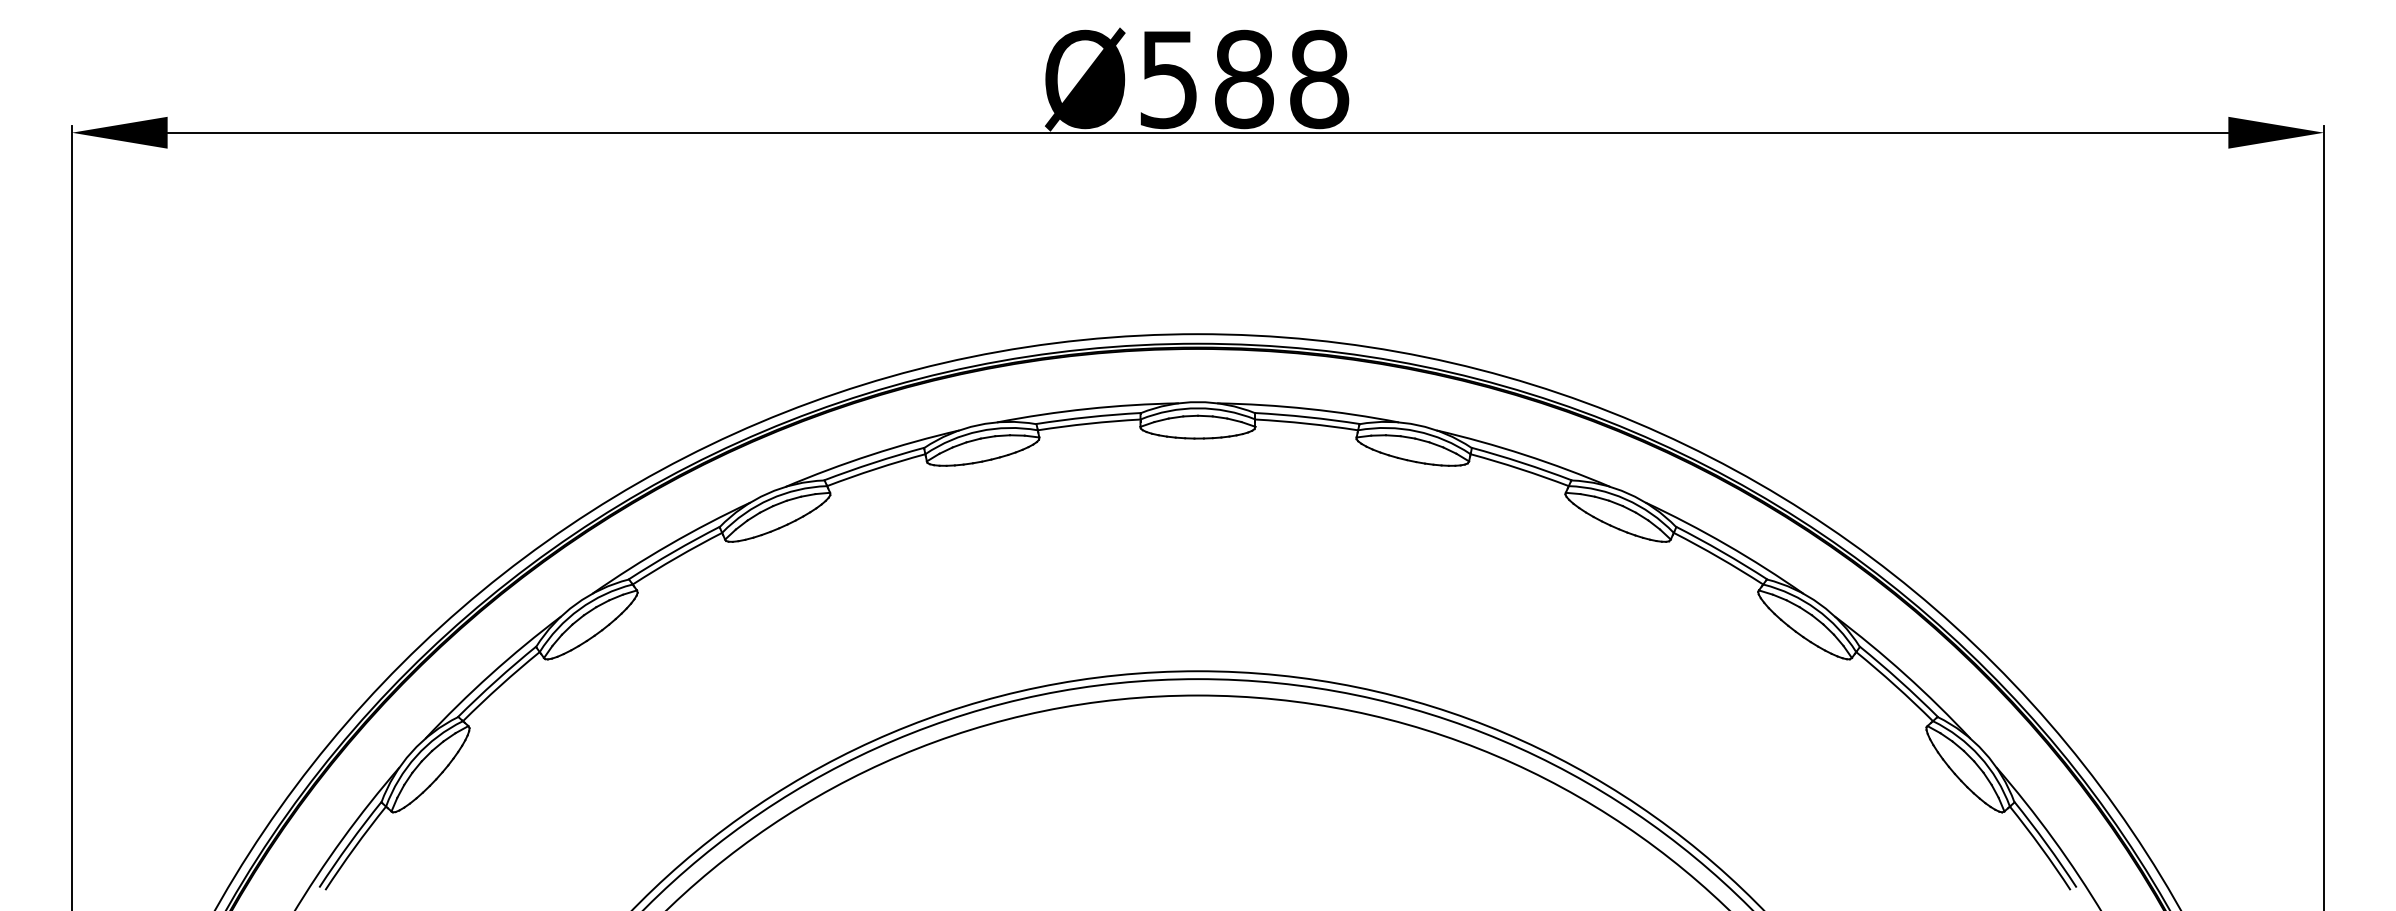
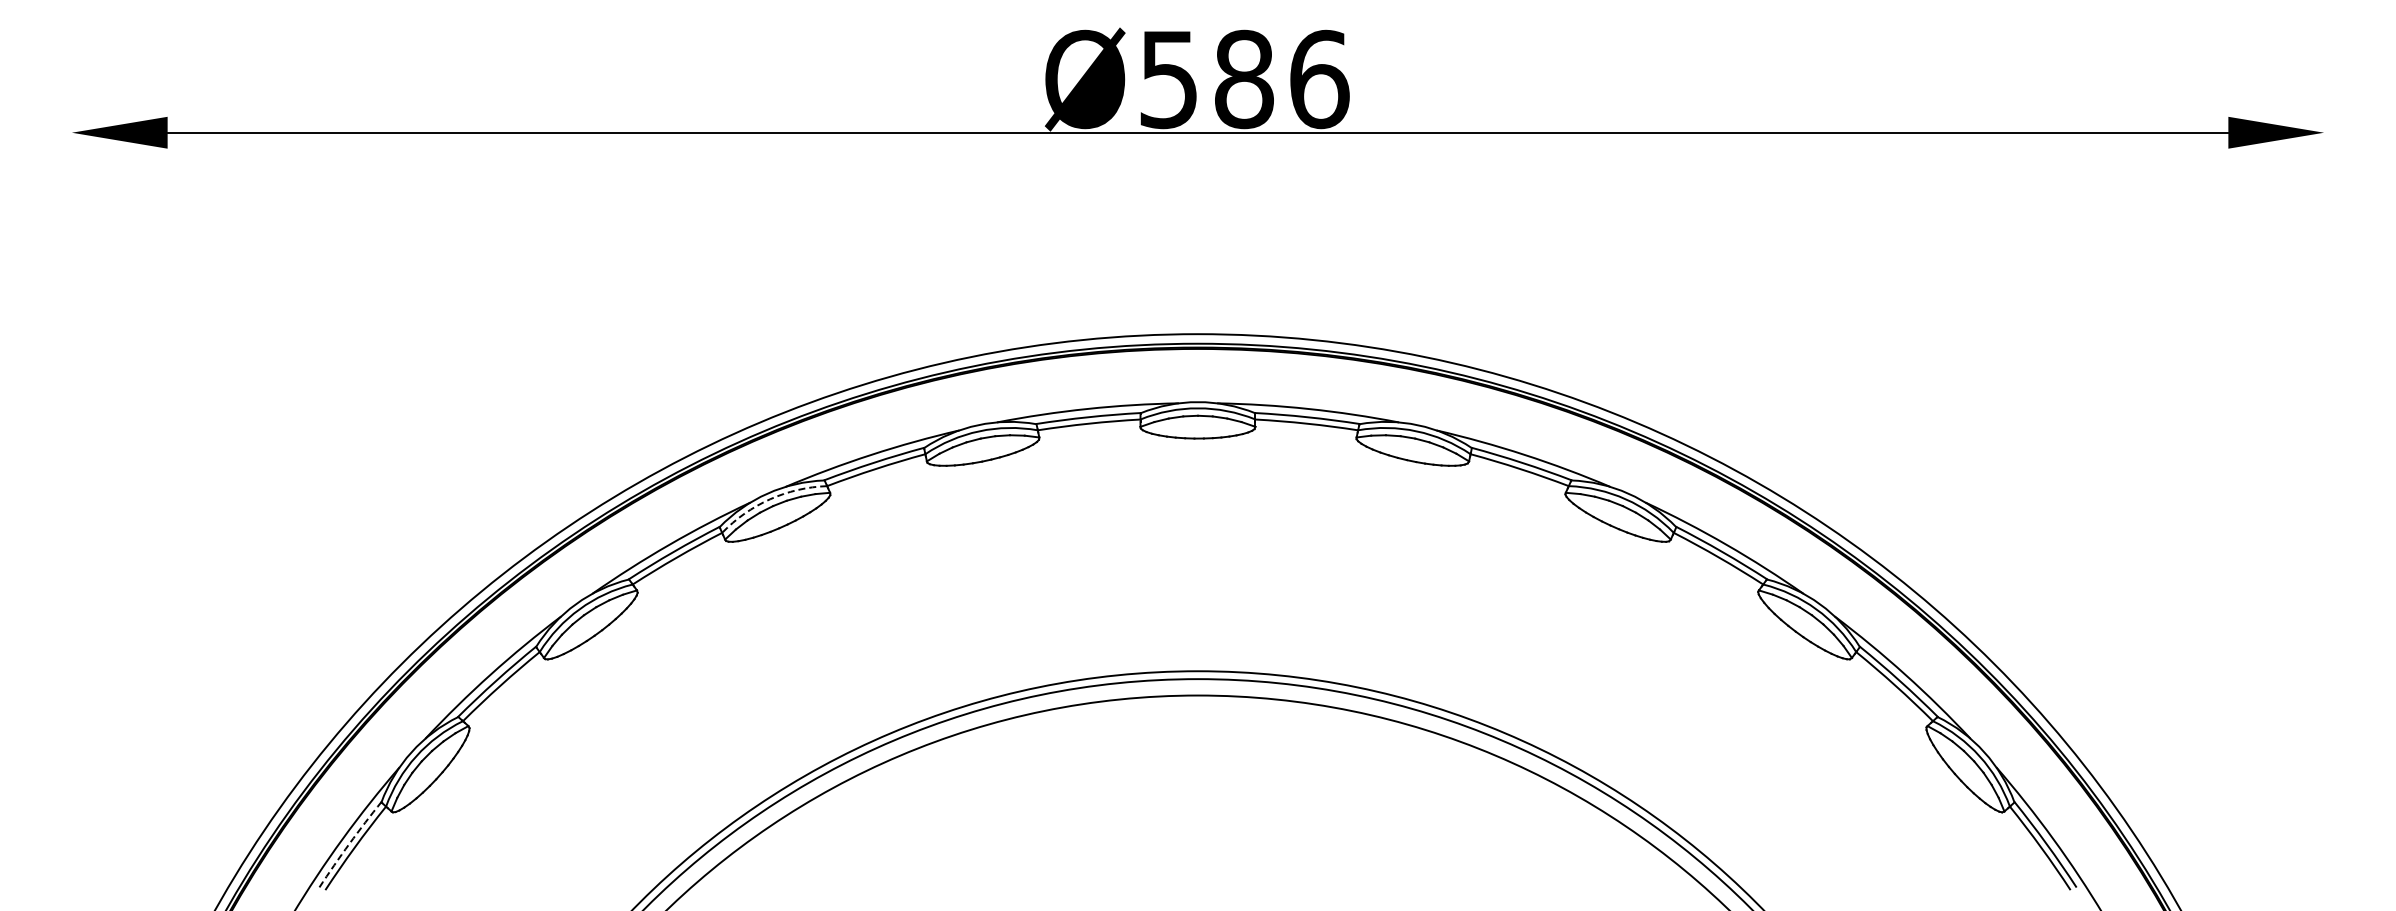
text at (1319, 79): Ø588 -> Ø586
arc at (770, 499): solid -> dashed
line at (71, 516): present -> none
line at (2324, 516): present -> none
arc at (349, 843): solid -> dashed
